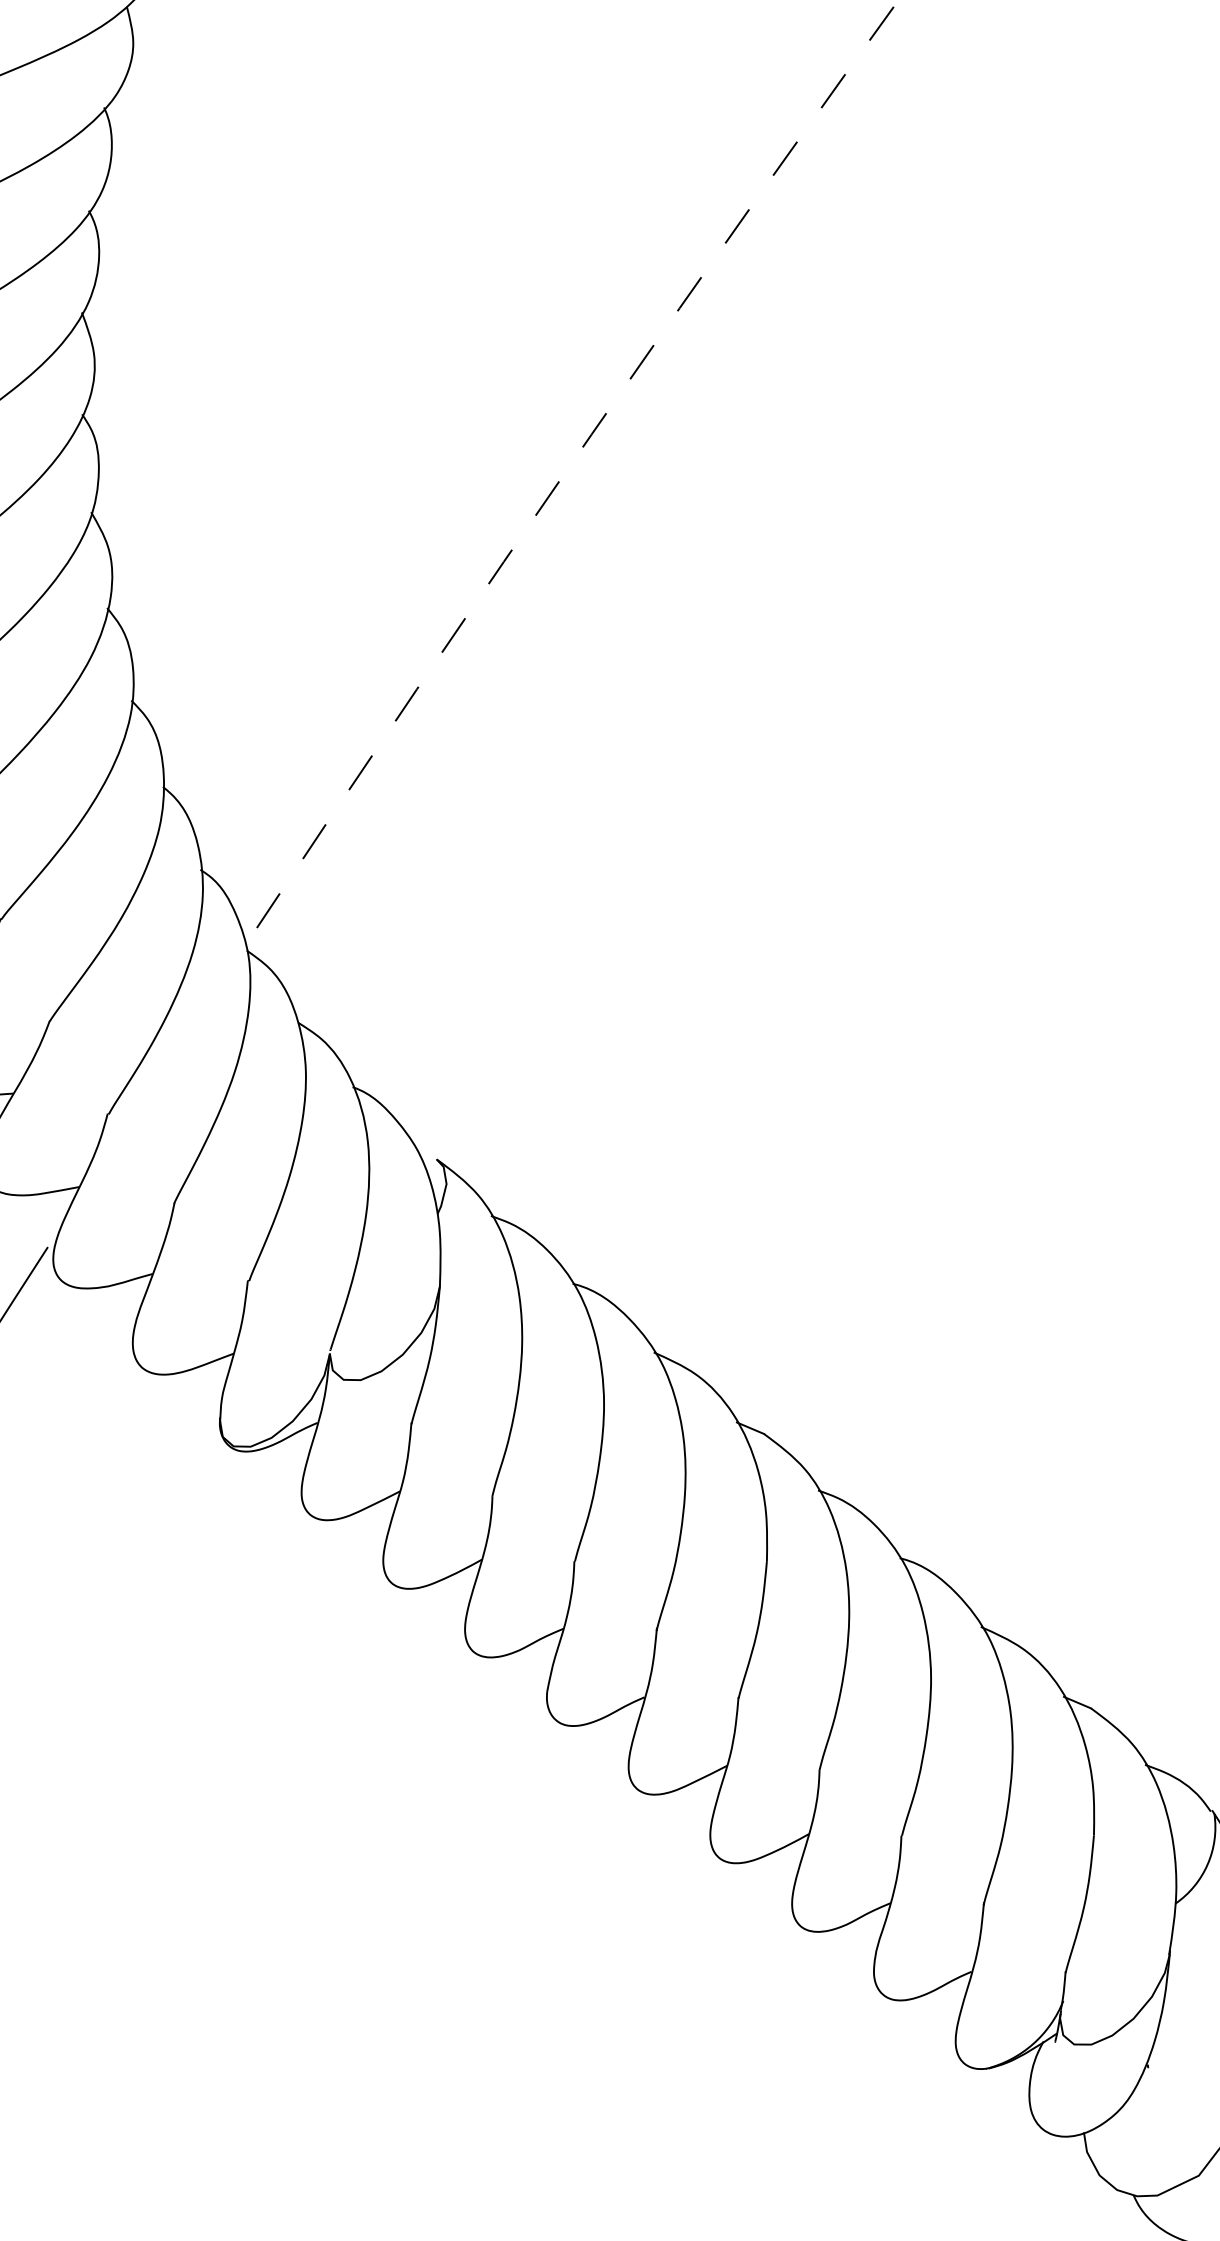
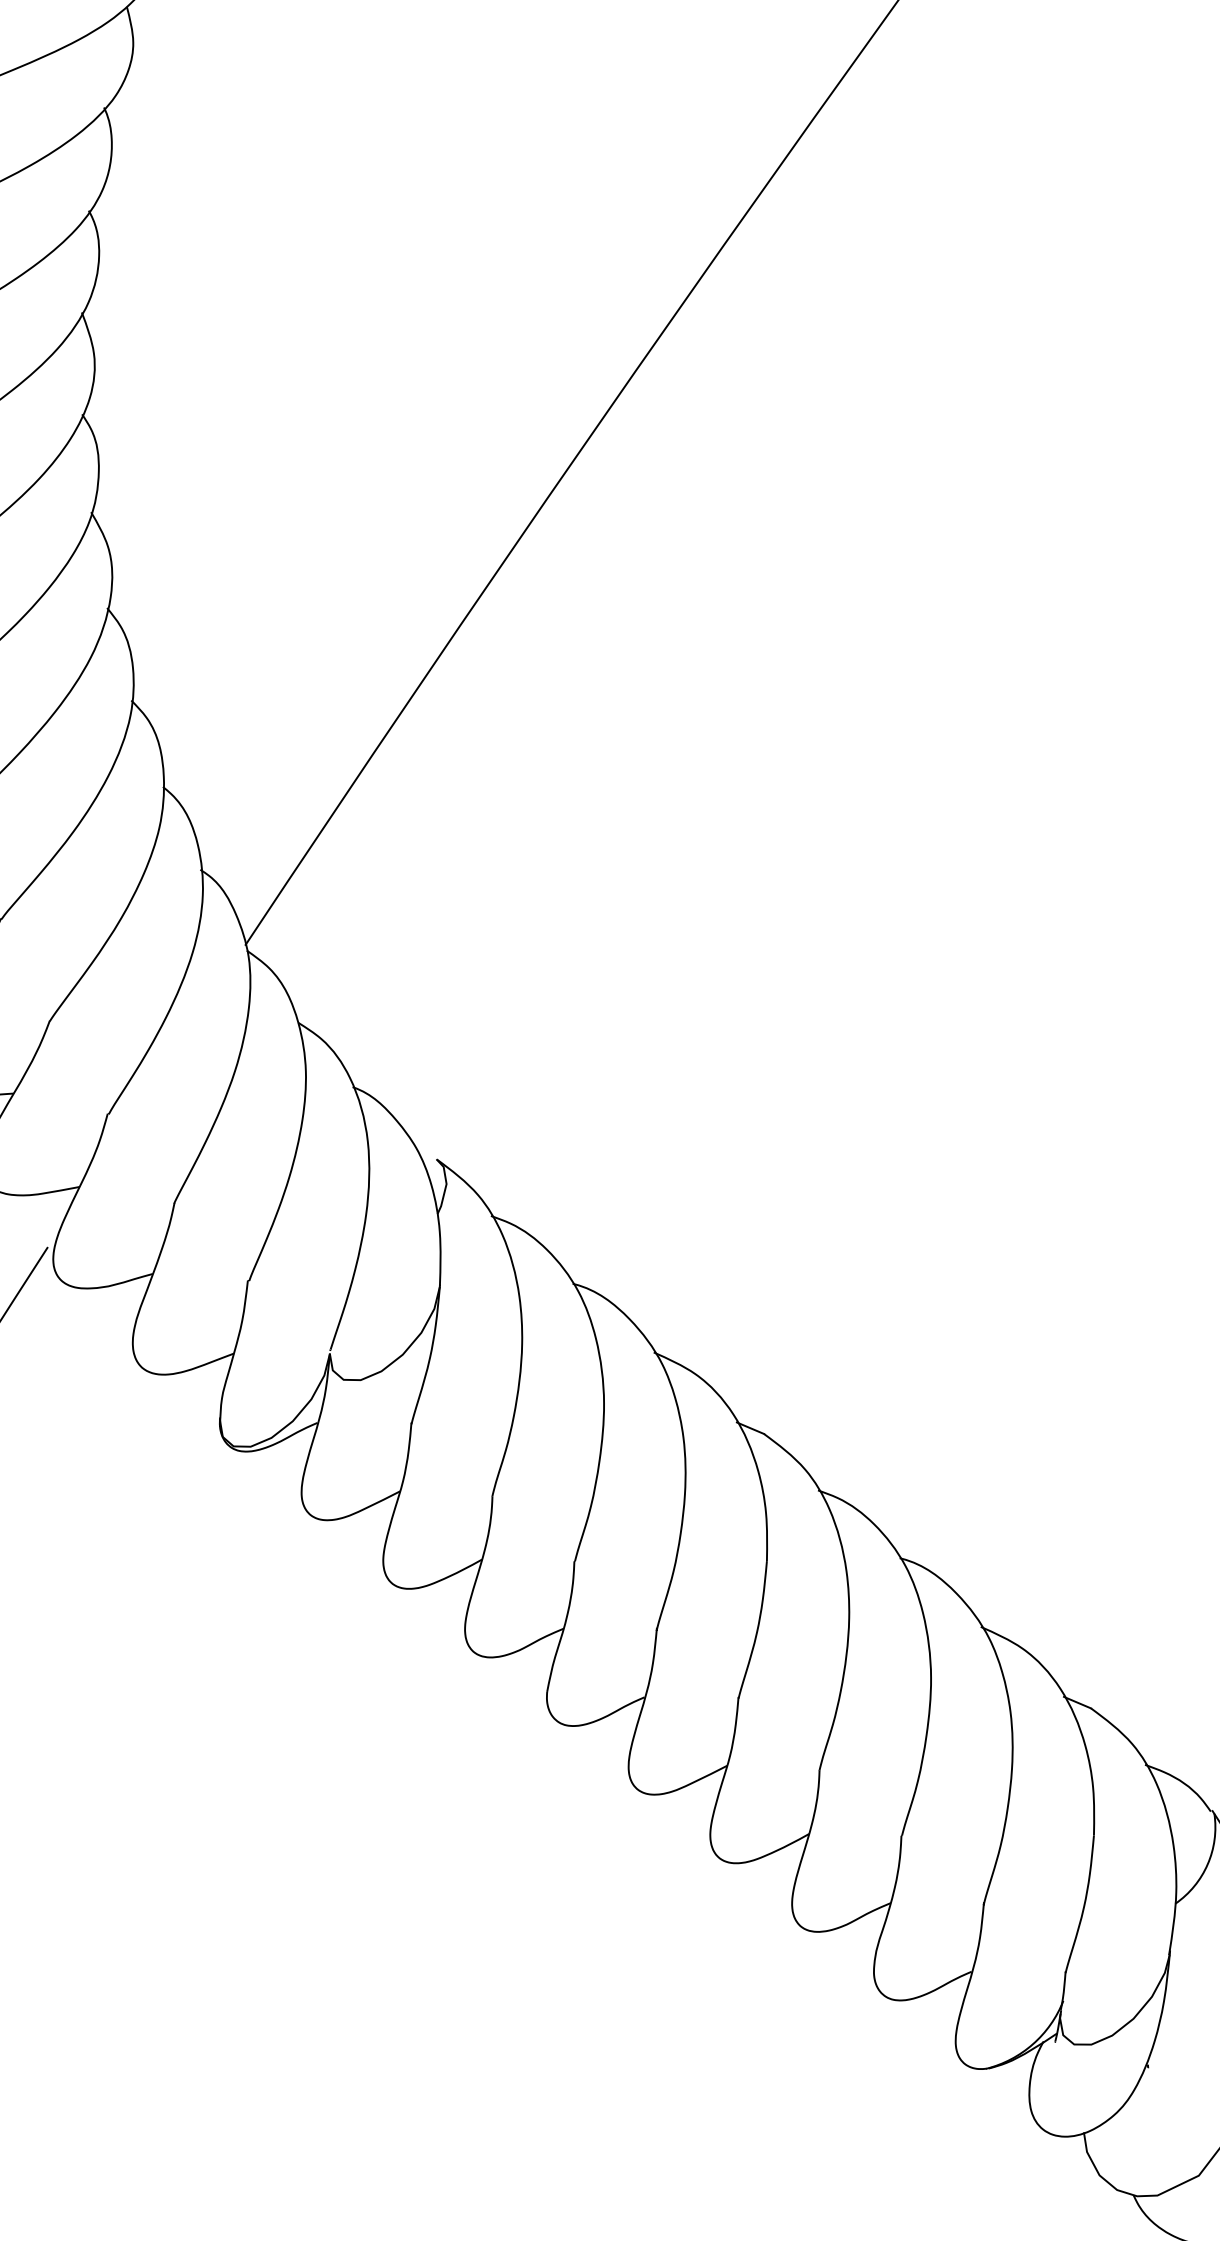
arc at (567, 469): dashed -> solid
